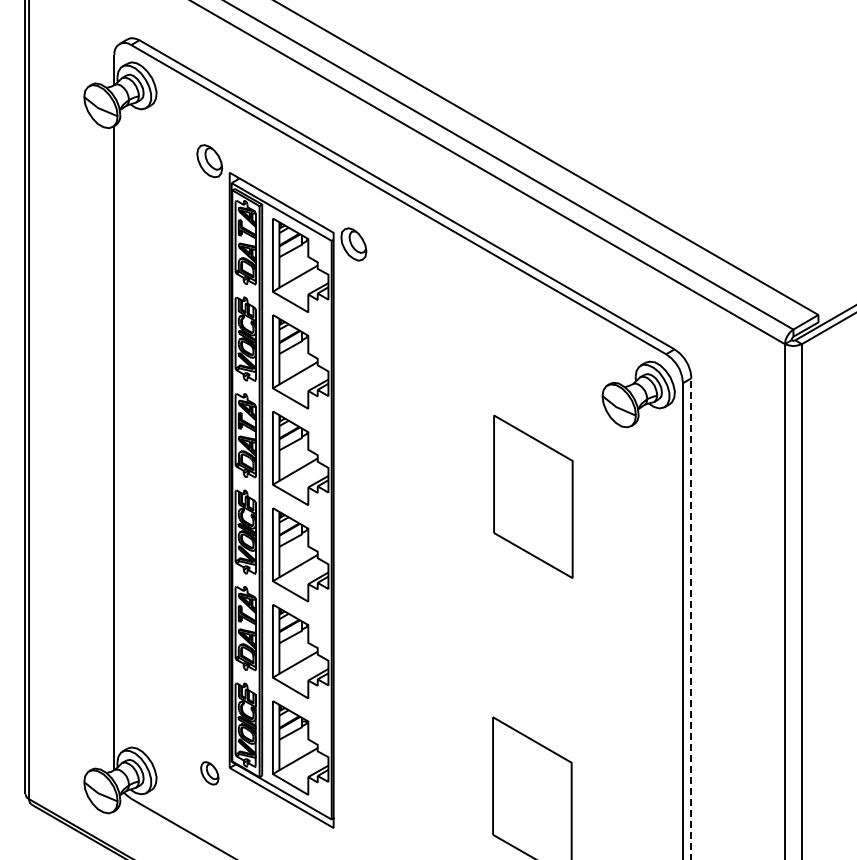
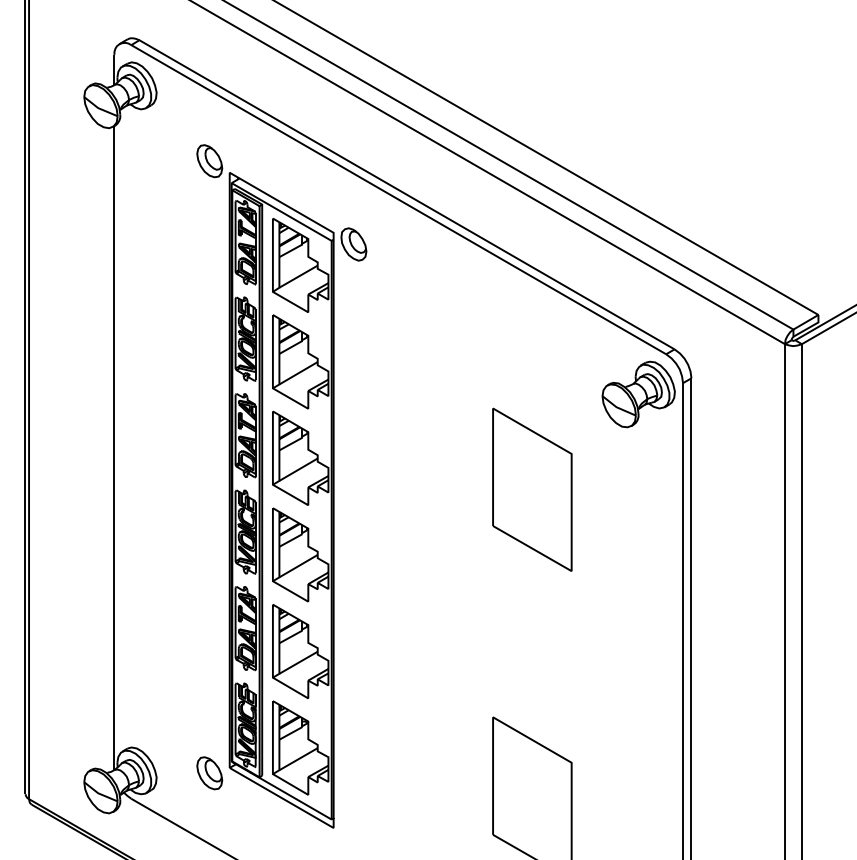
part at (533, 496) position: (533, 496) -> (532, 489)
line at (691, 618): dashed -> solid
part at (209, 773) size: 20x25 px -> 28x35 px
